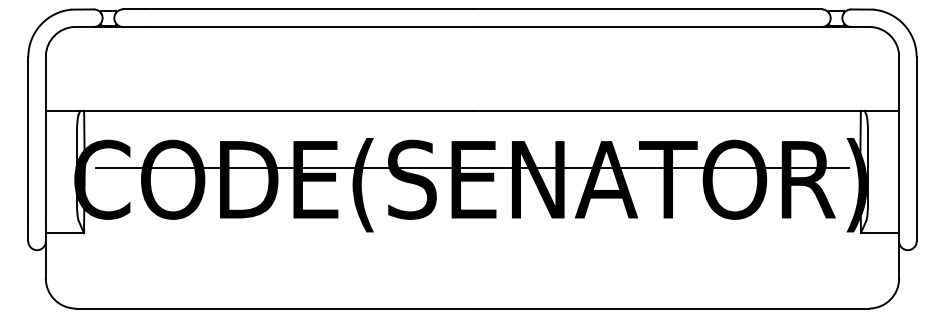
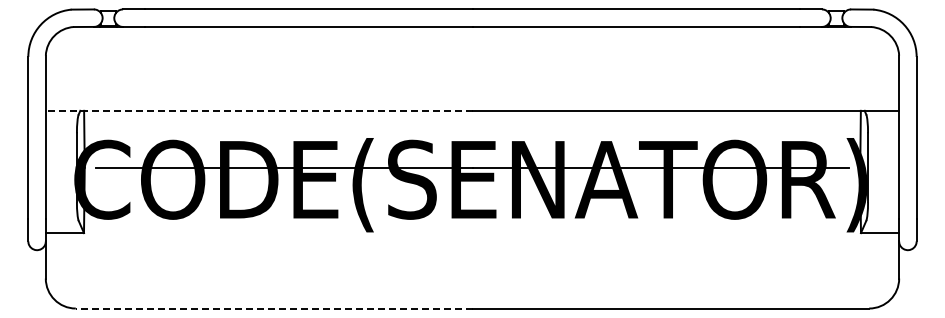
line at (258, 110): solid -> dashed
line at (273, 308): solid -> dashed
